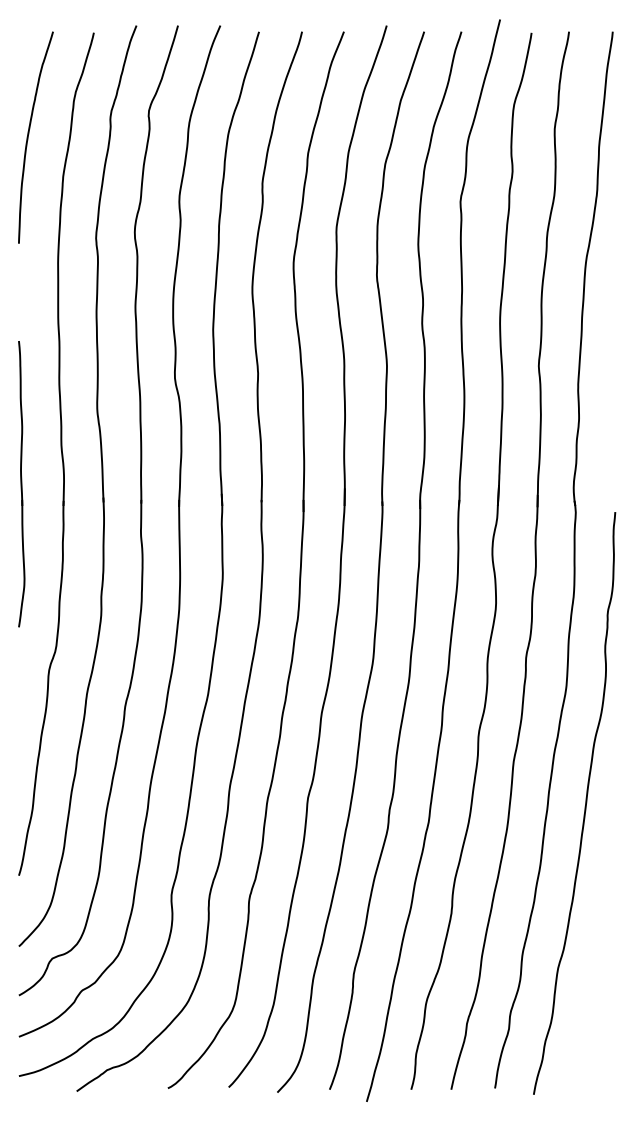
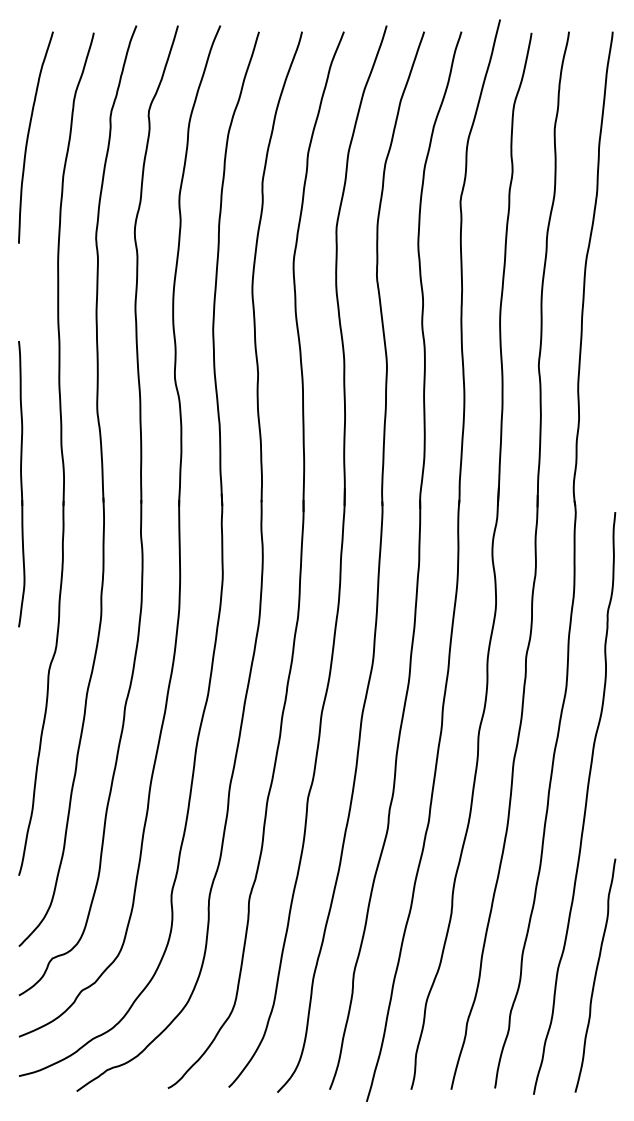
curve at (595, 975): none -> present
